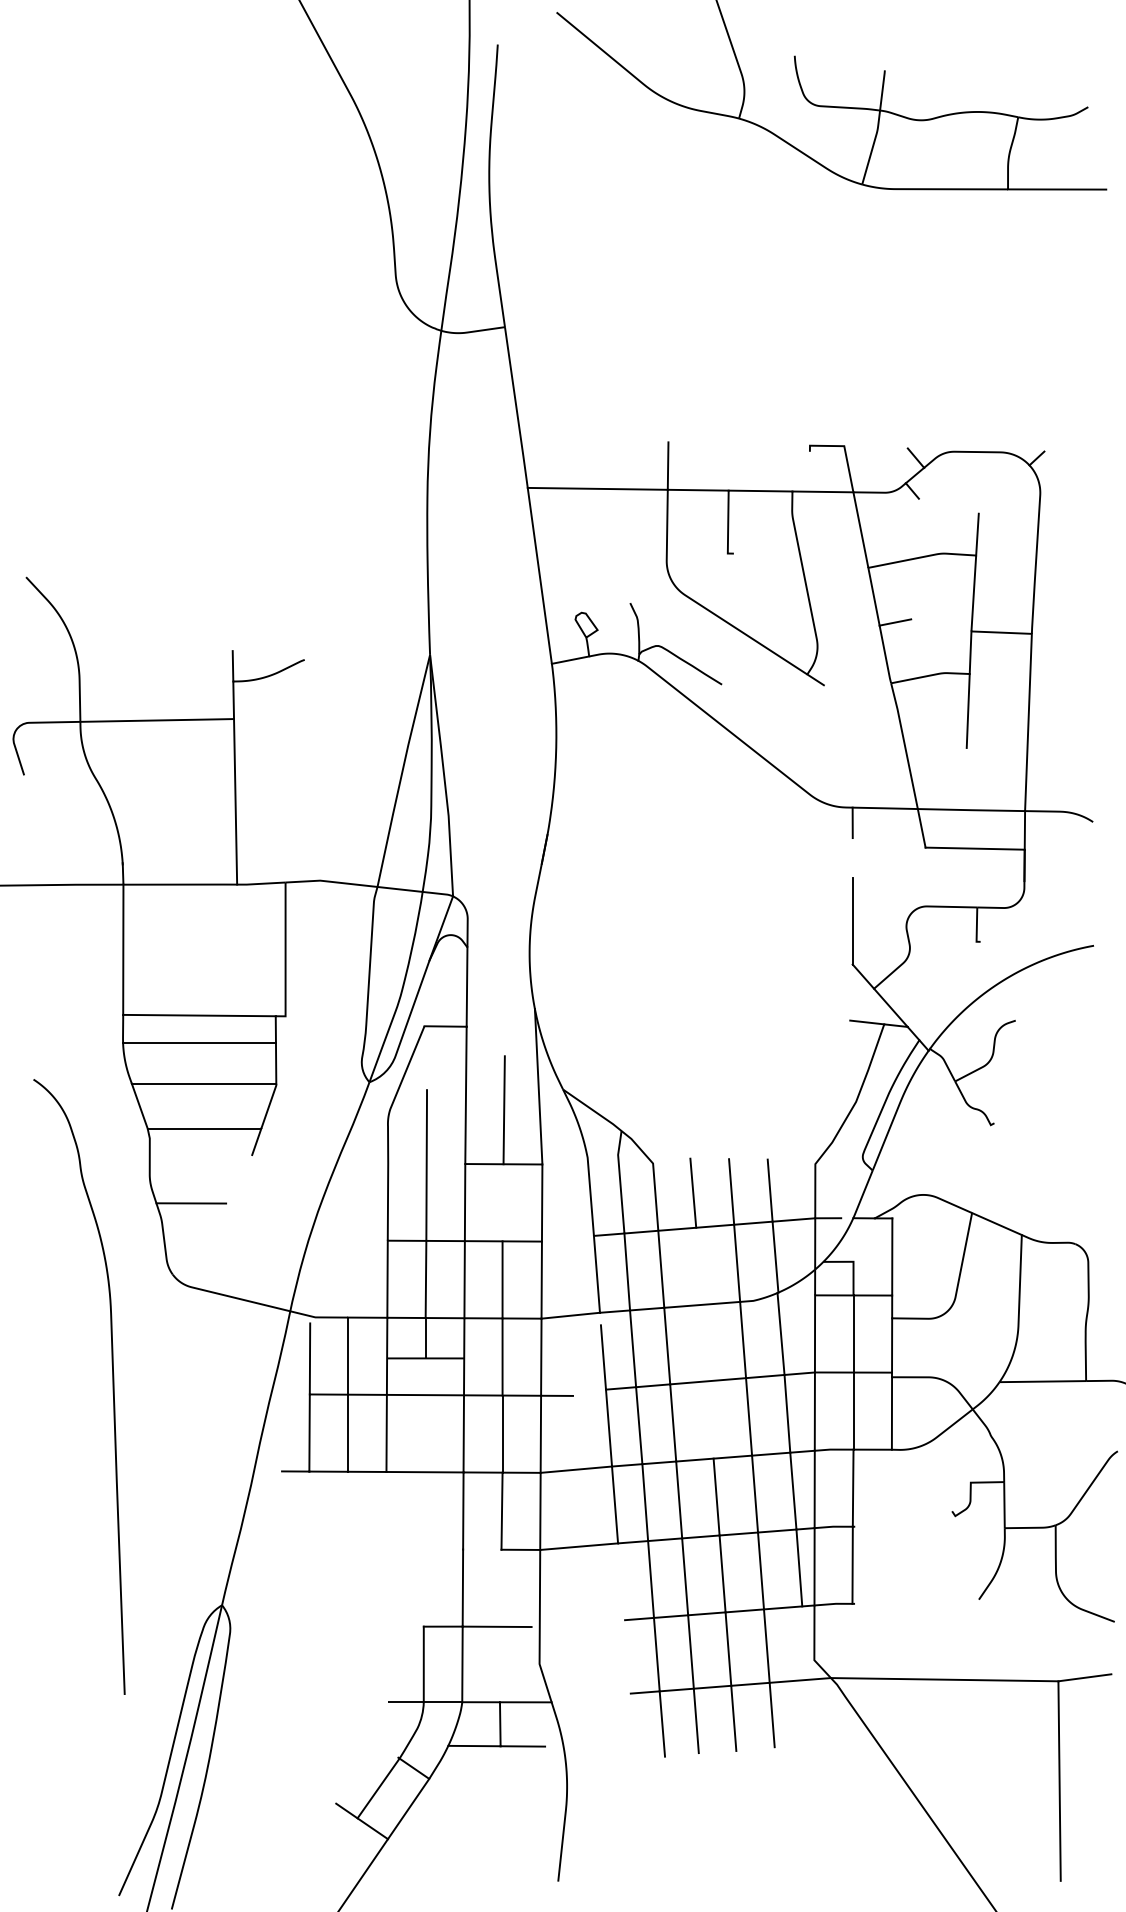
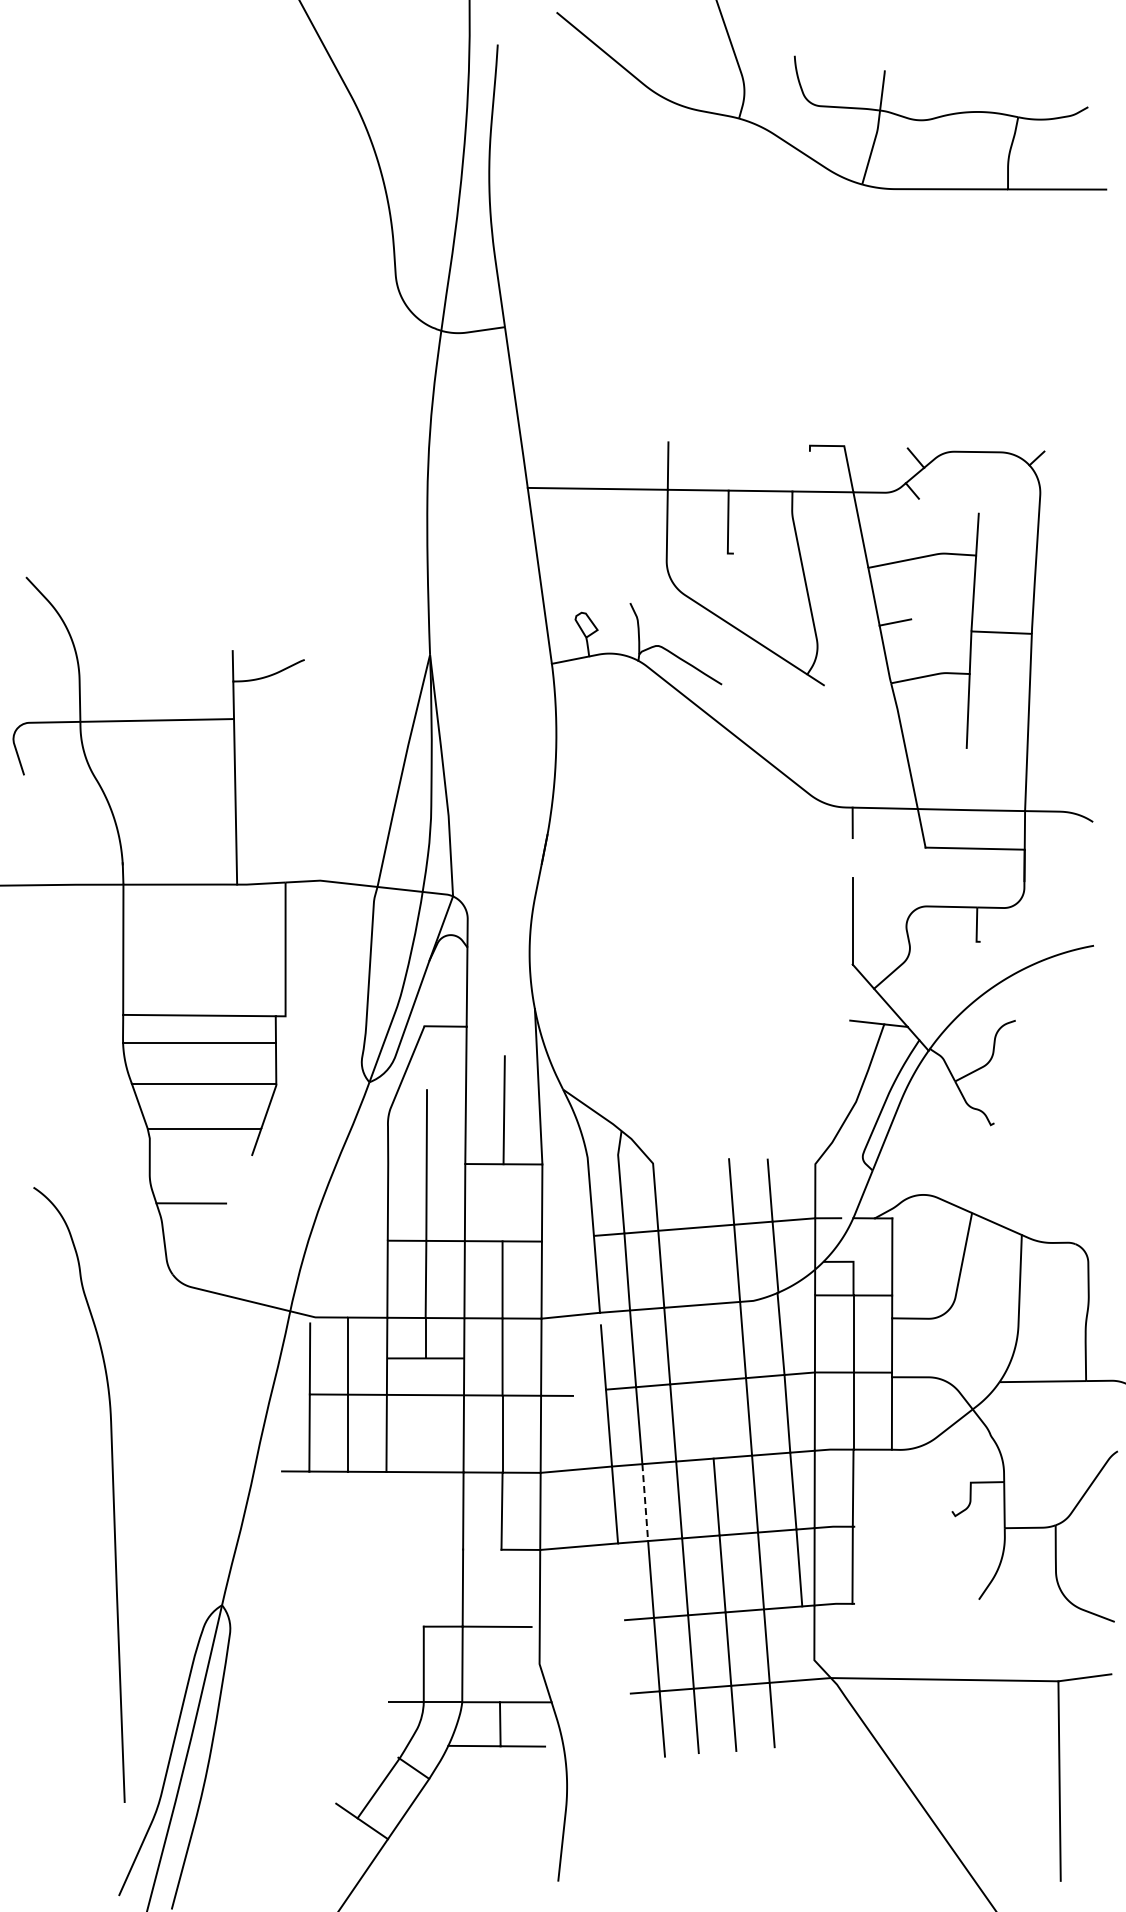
line at (693, 1192): present -> none
curve at (112, 1386) position: (112, 1386) -> (112, 1494)
line at (645, 1502): solid -> dashed
